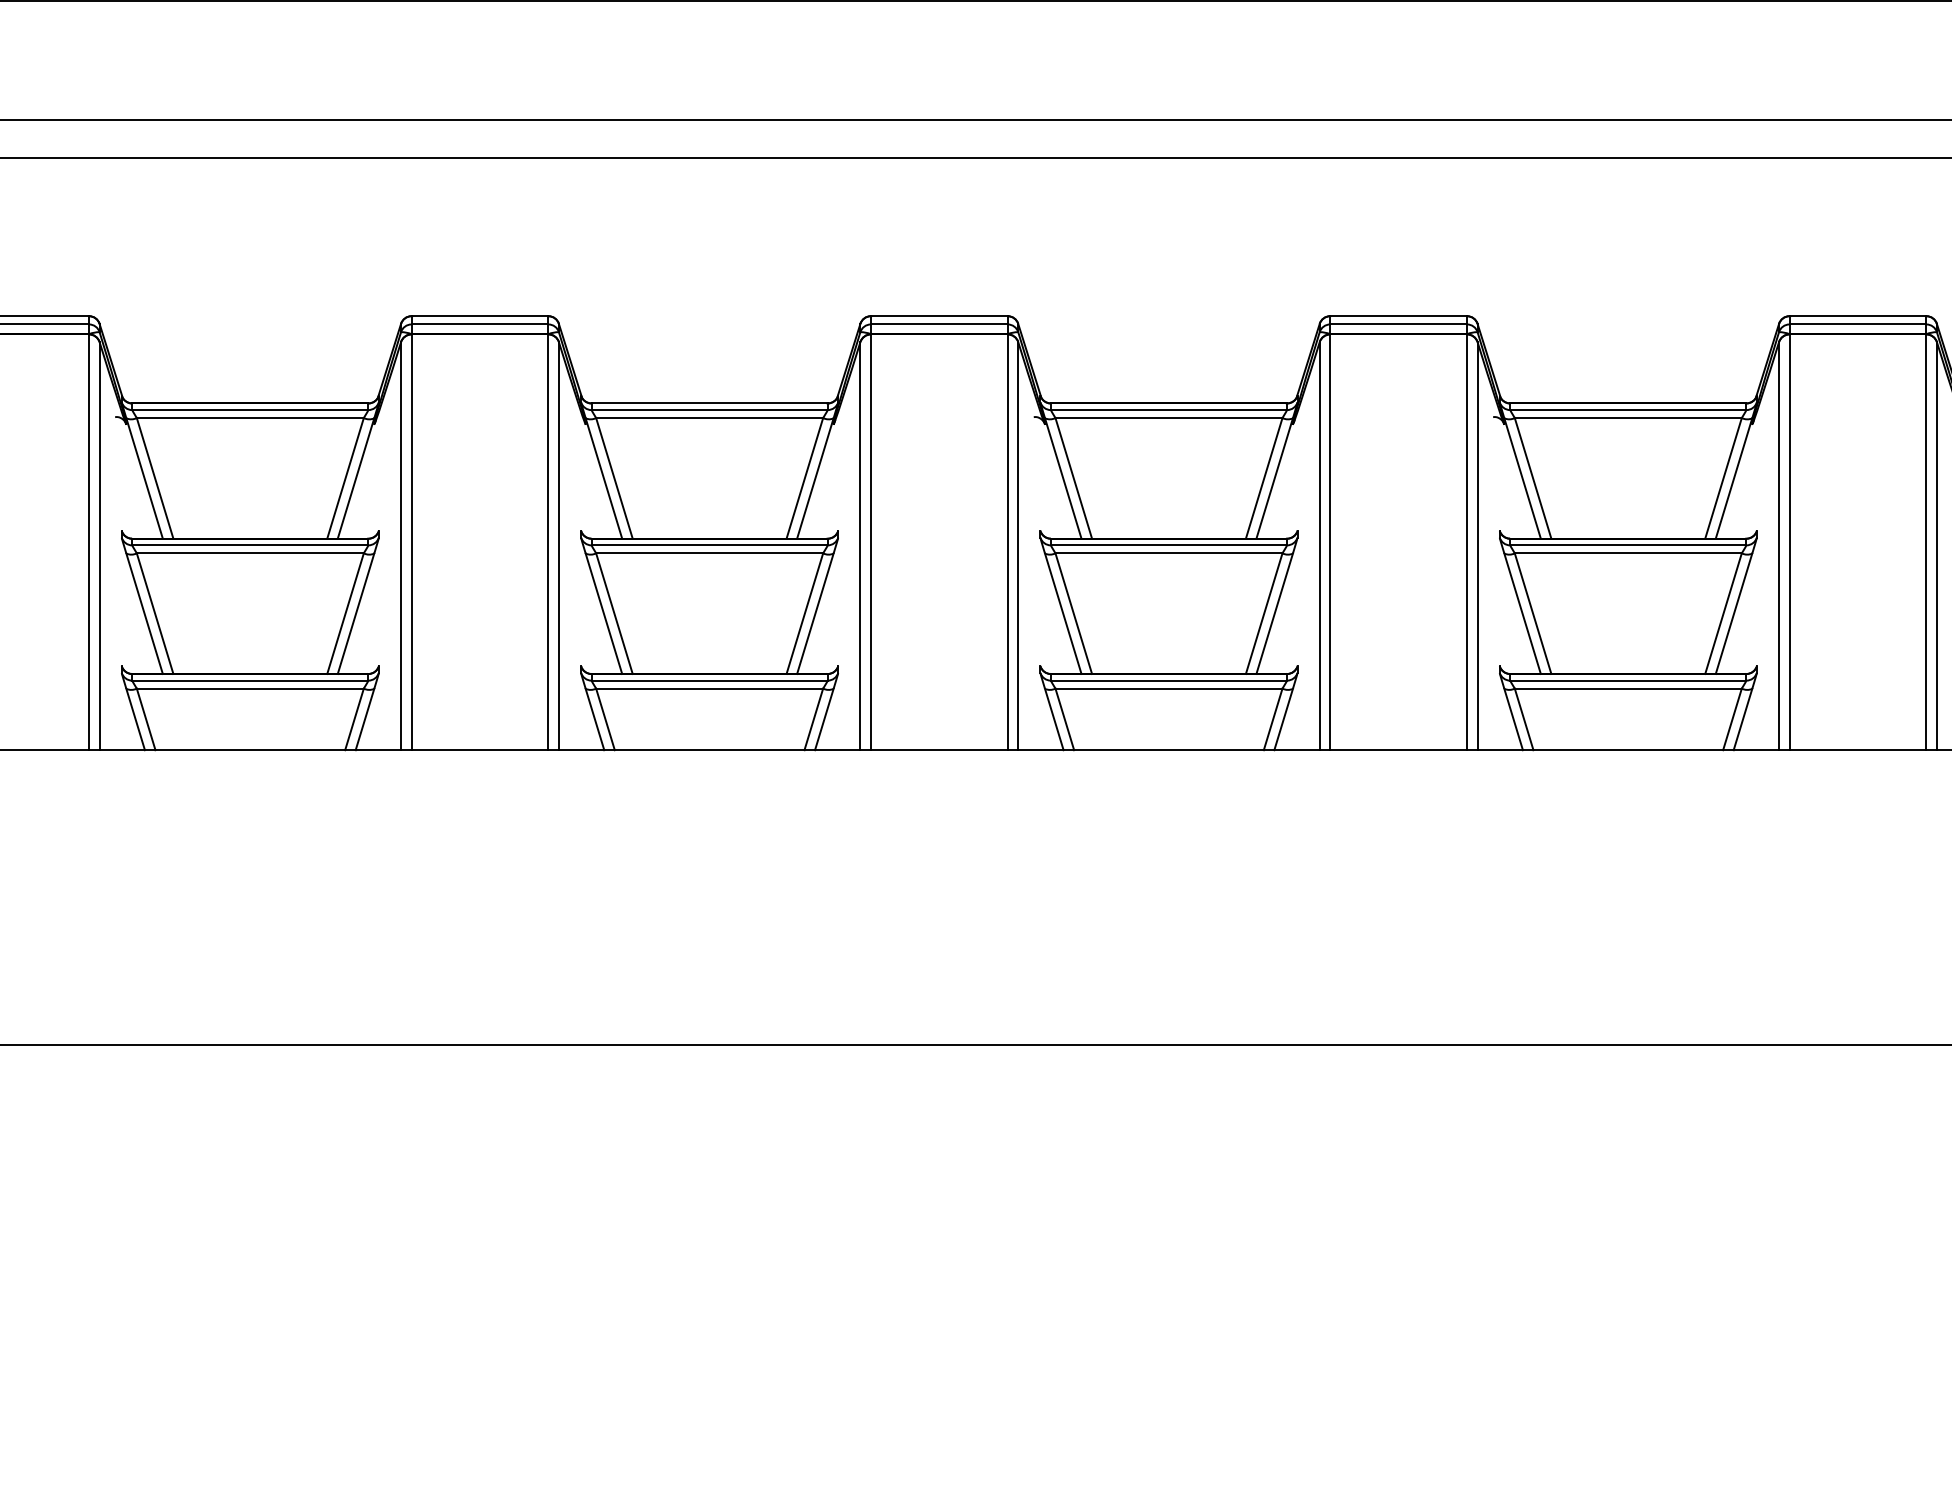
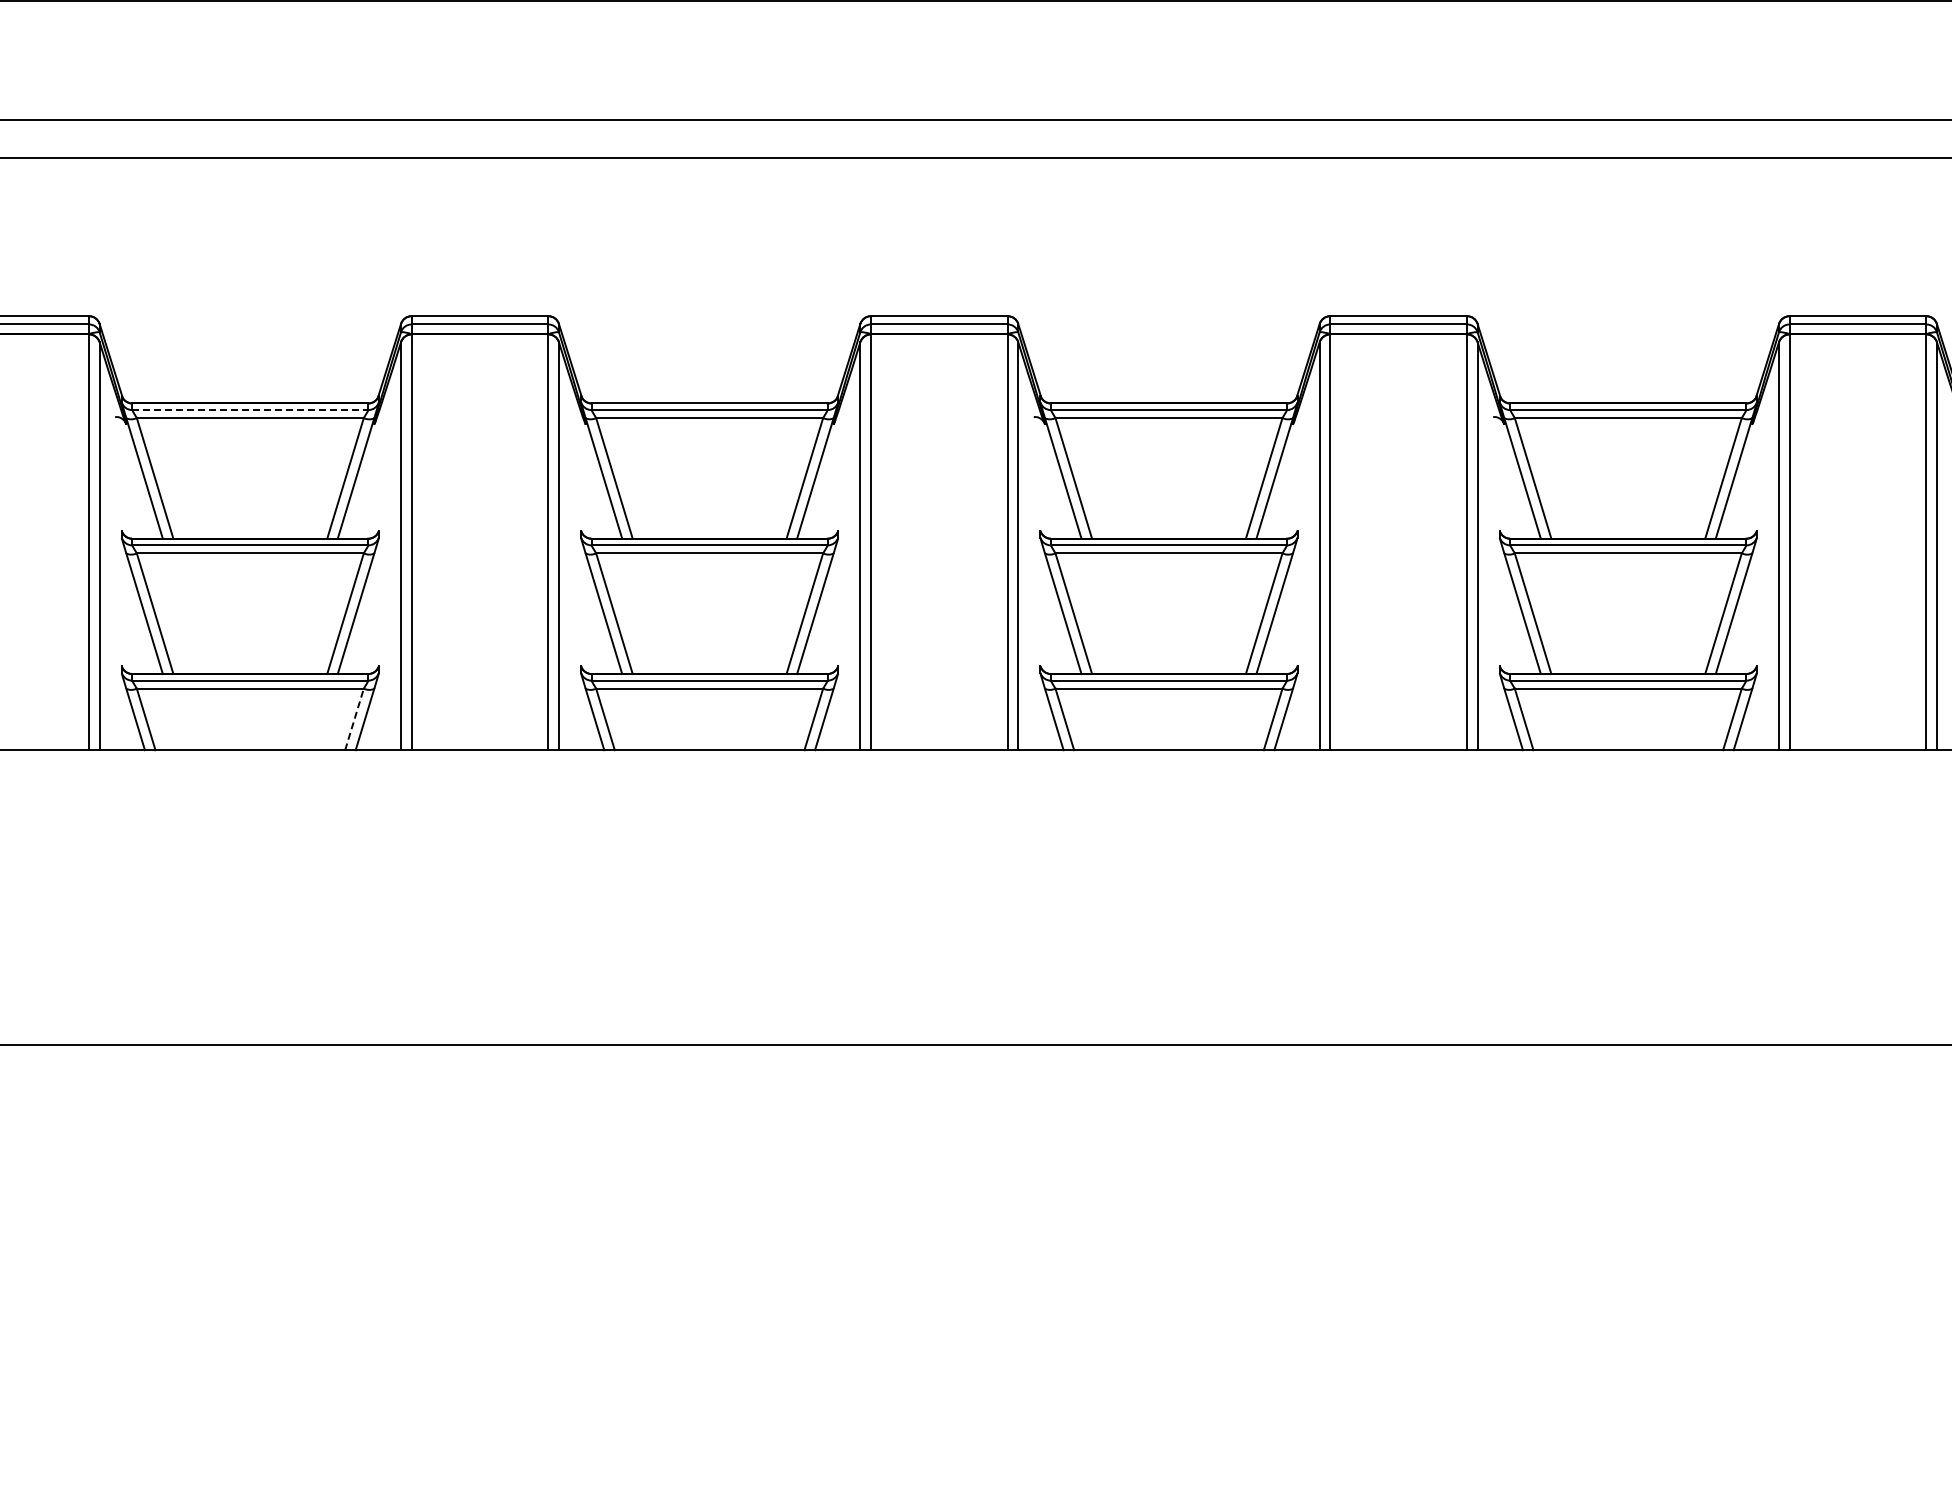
line at (250, 410): solid -> dashed
line at (354, 718): solid -> dashed
